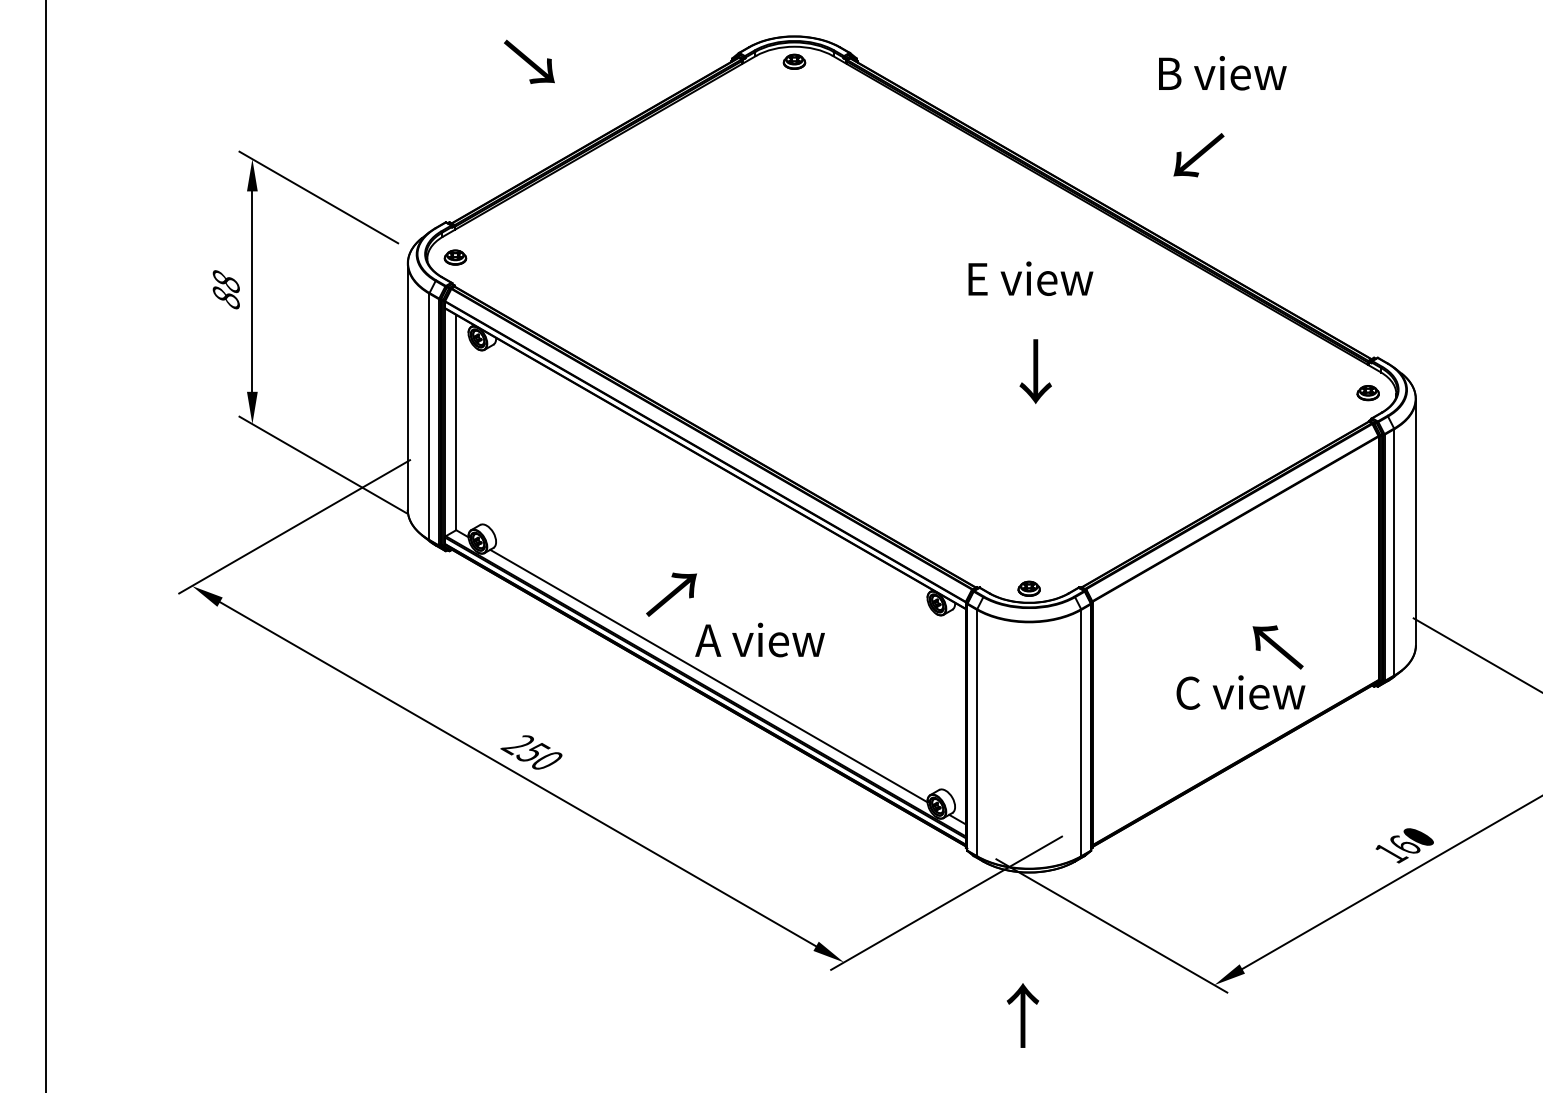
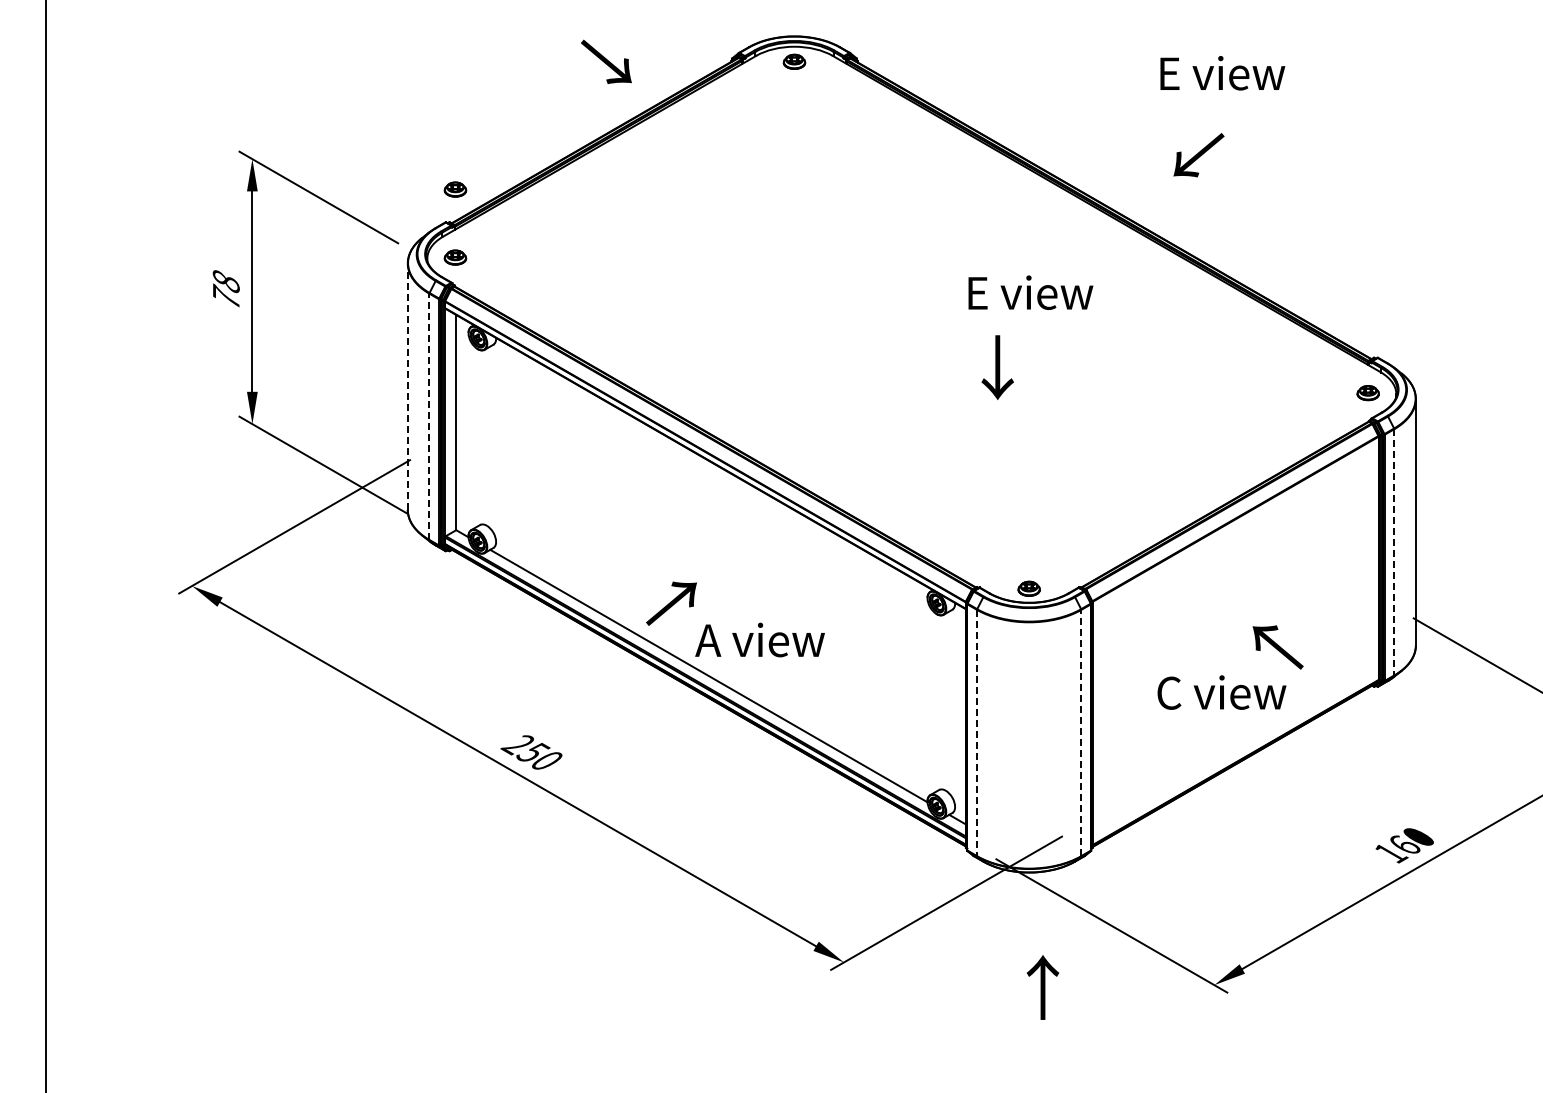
text at (529, 61) position: (529, 61) -> (606, 61)
text at (1222, 73): B view -> E view
part at (455, 189): none -> present
text at (1030, 278) position: (1030, 278) -> (1030, 292)
text at (225, 296): 88 -> 78
text at (1035, 371) position: (1035, 371) -> (997, 367)
line at (407, 386): solid -> dashed
line at (429, 416): solid -> dashed
line at (1394, 552): solid -> dashed
text at (671, 594) position: (671, 594) -> (671, 603)
text at (1240, 692) position: (1240, 692) -> (1221, 692)
line at (1081, 732): solid -> dashed
line at (977, 733): solid -> dashed
text at (1022, 1015) position: (1022, 1015) -> (1042, 987)
